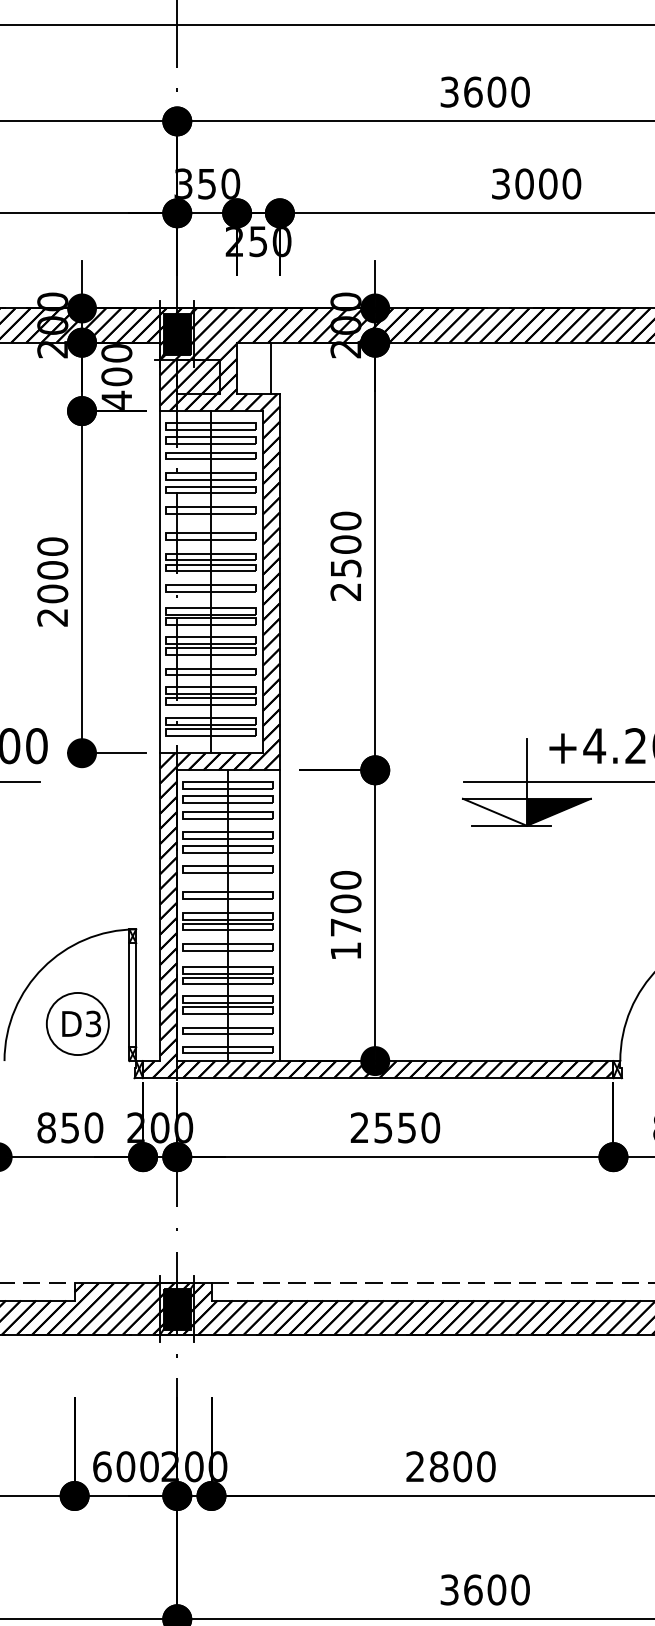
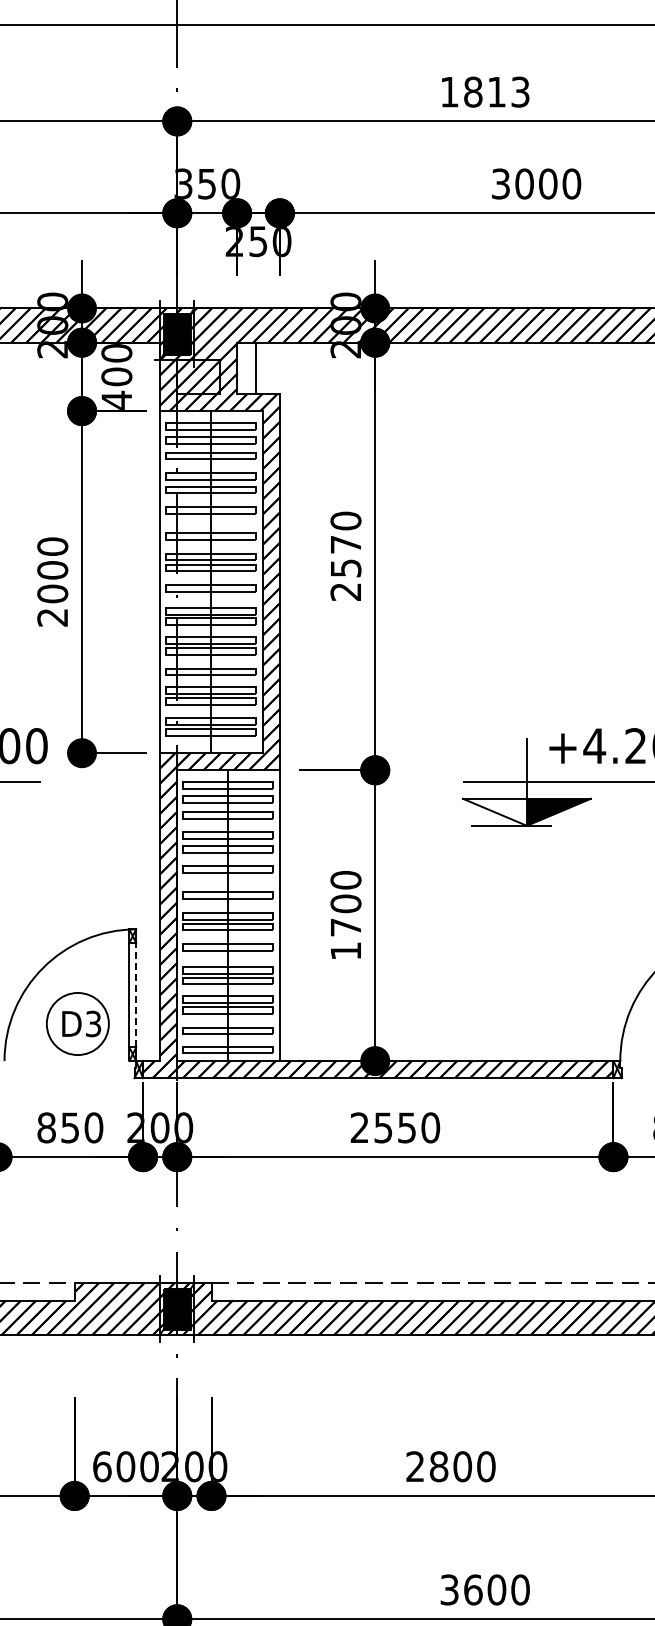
text at (484, 91): 3600 -> 1813
line at (271, 368) position: (271, 368) -> (256, 368)
text at (345, 544): 2500 -> 2570
line at (136, 994): solid -> dashed
